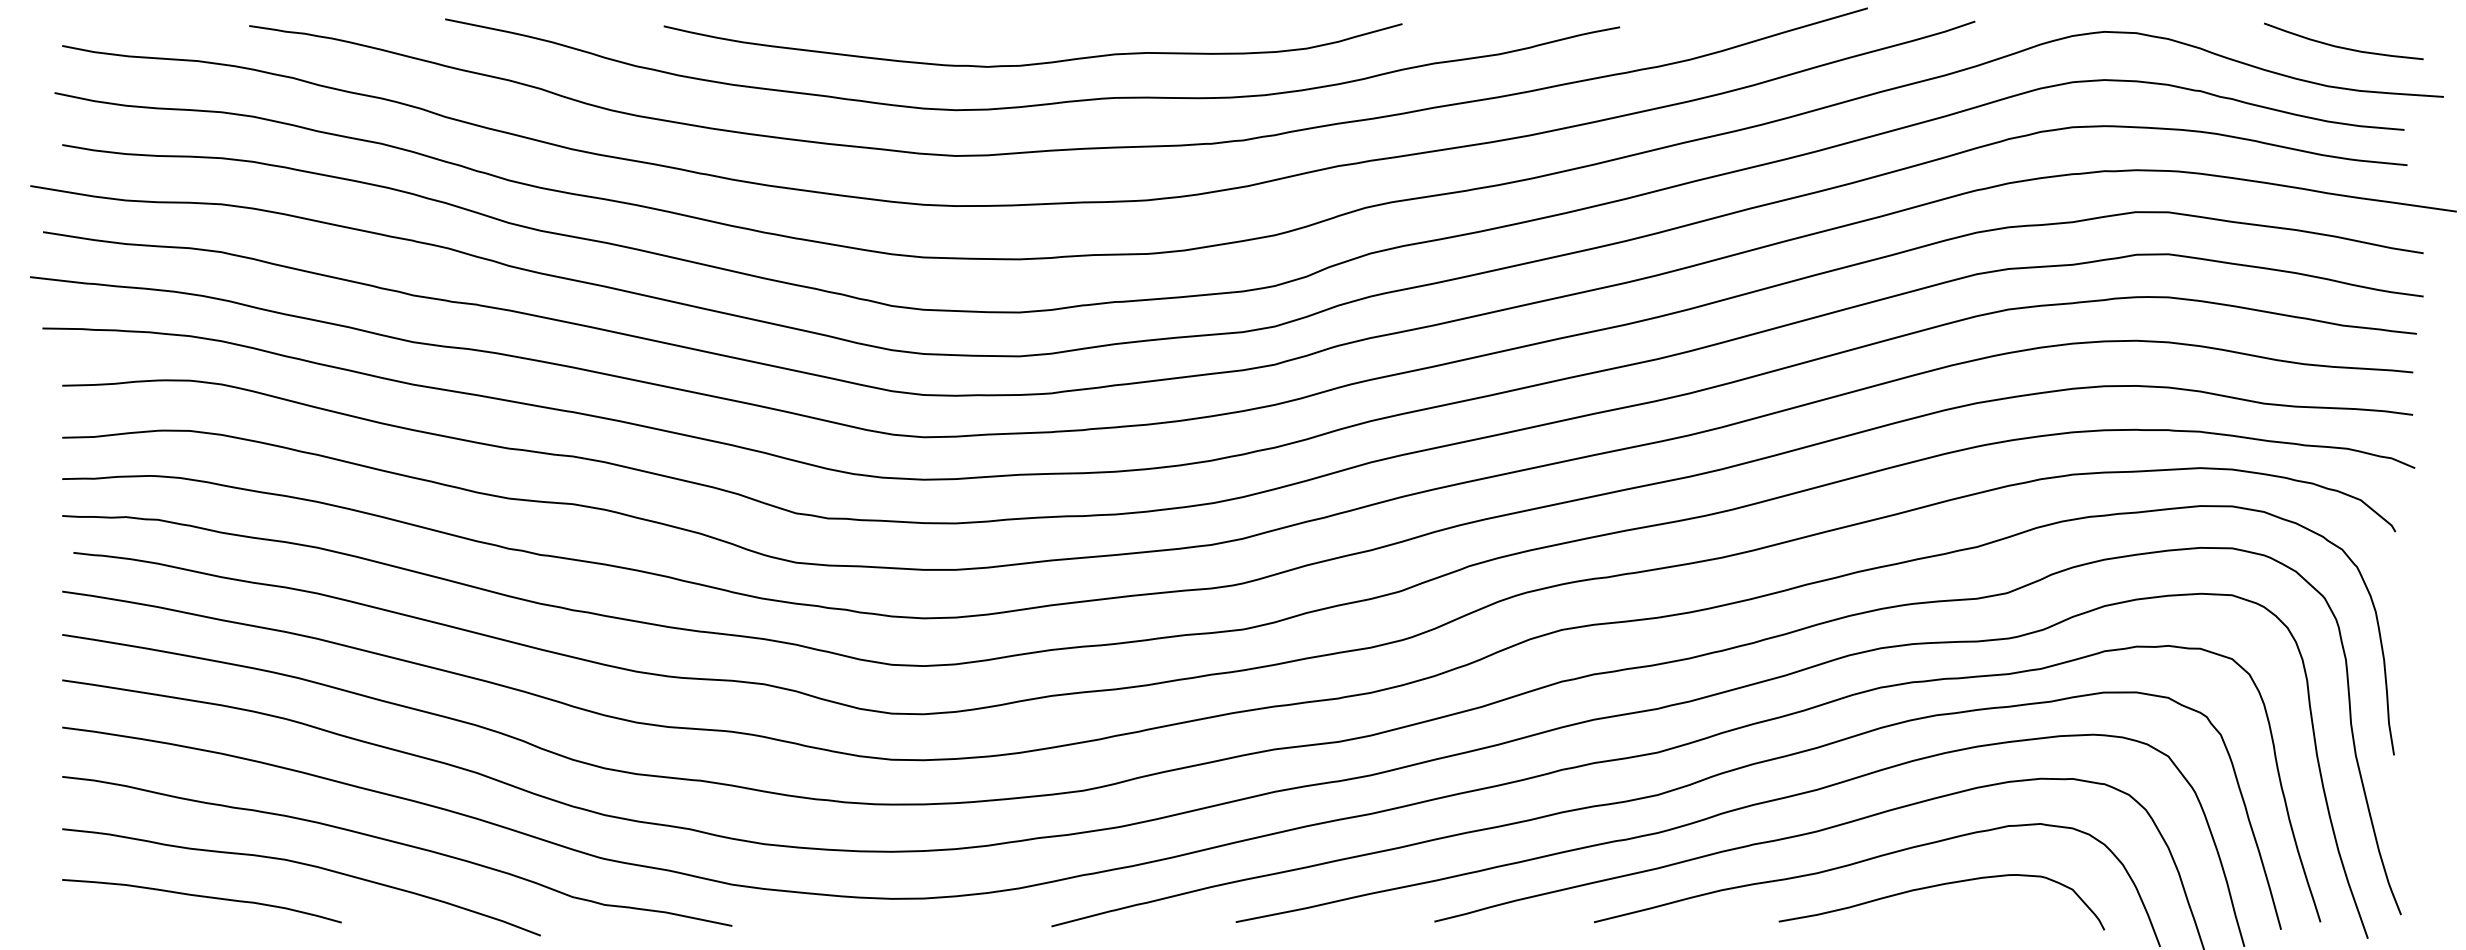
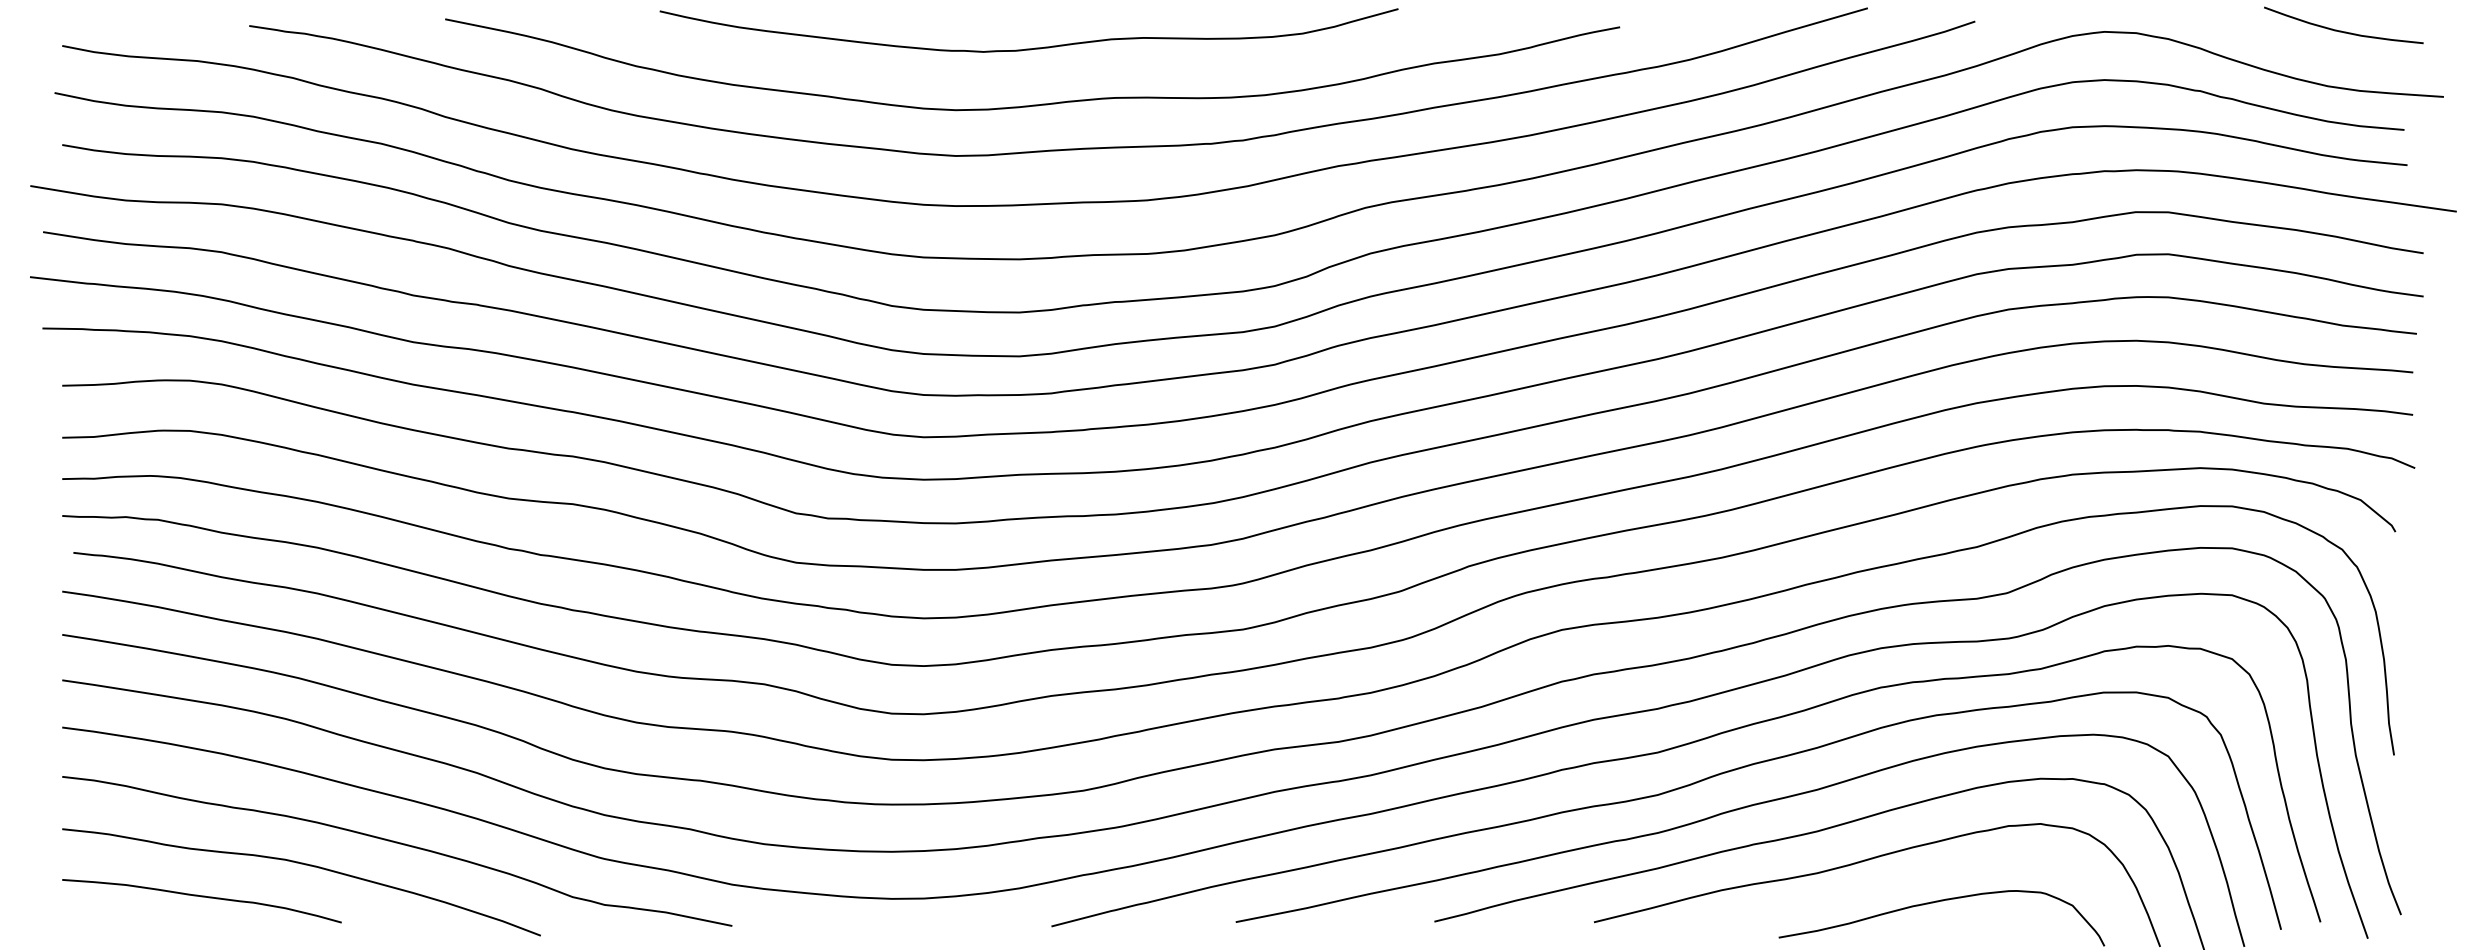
curve at (2341, 46) position: (2341, 46) -> (2341, 30)
curve at (1032, 63) position: (1032, 63) -> (1028, 48)
curve at (1938, 886) position: (1938, 886) -> (1938, 902)
